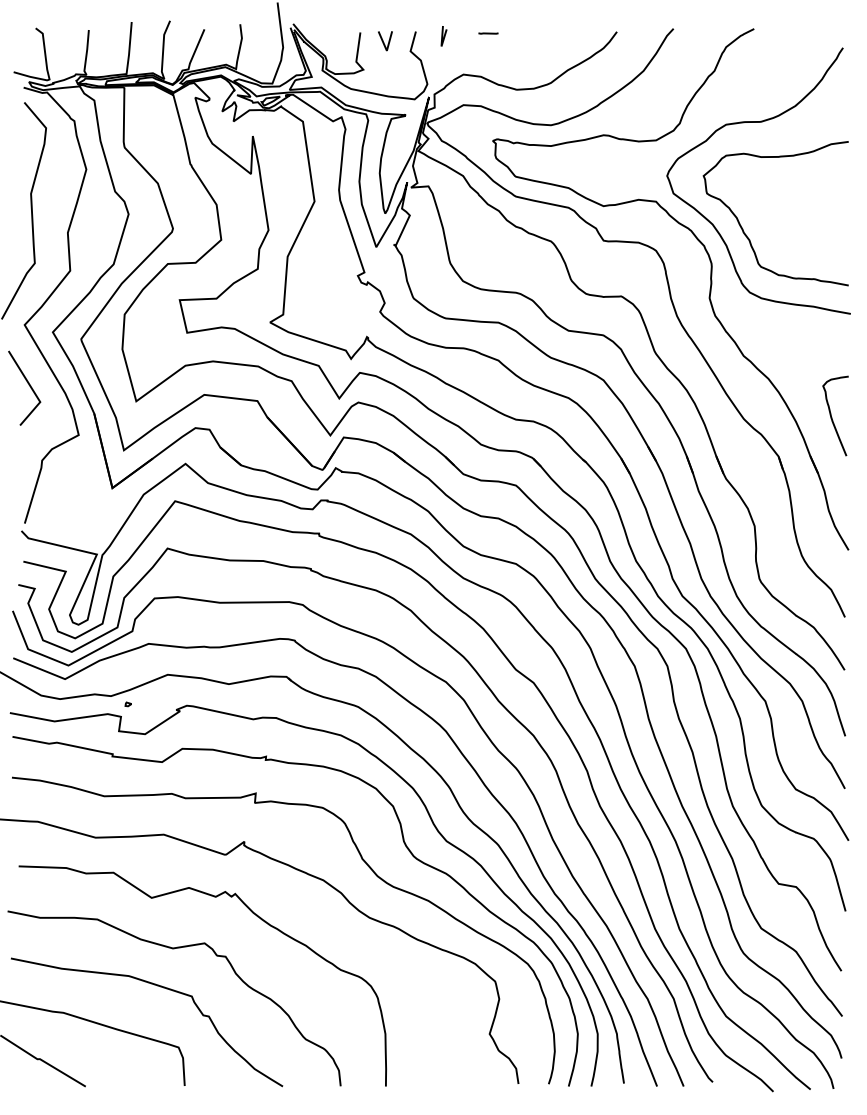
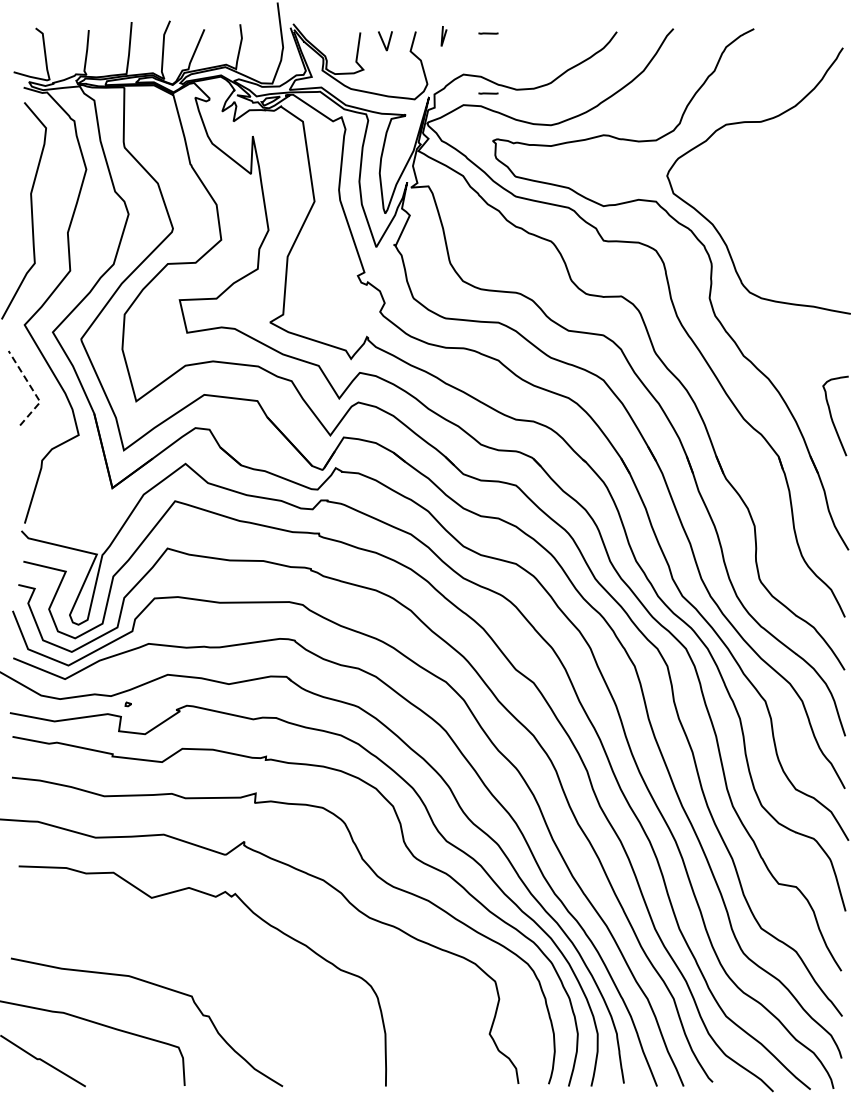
line at (488, 93): none -> present
curve at (747, 235): present -> none
line at (32, 389): solid -> dashed
curve at (174, 949): present -> none
